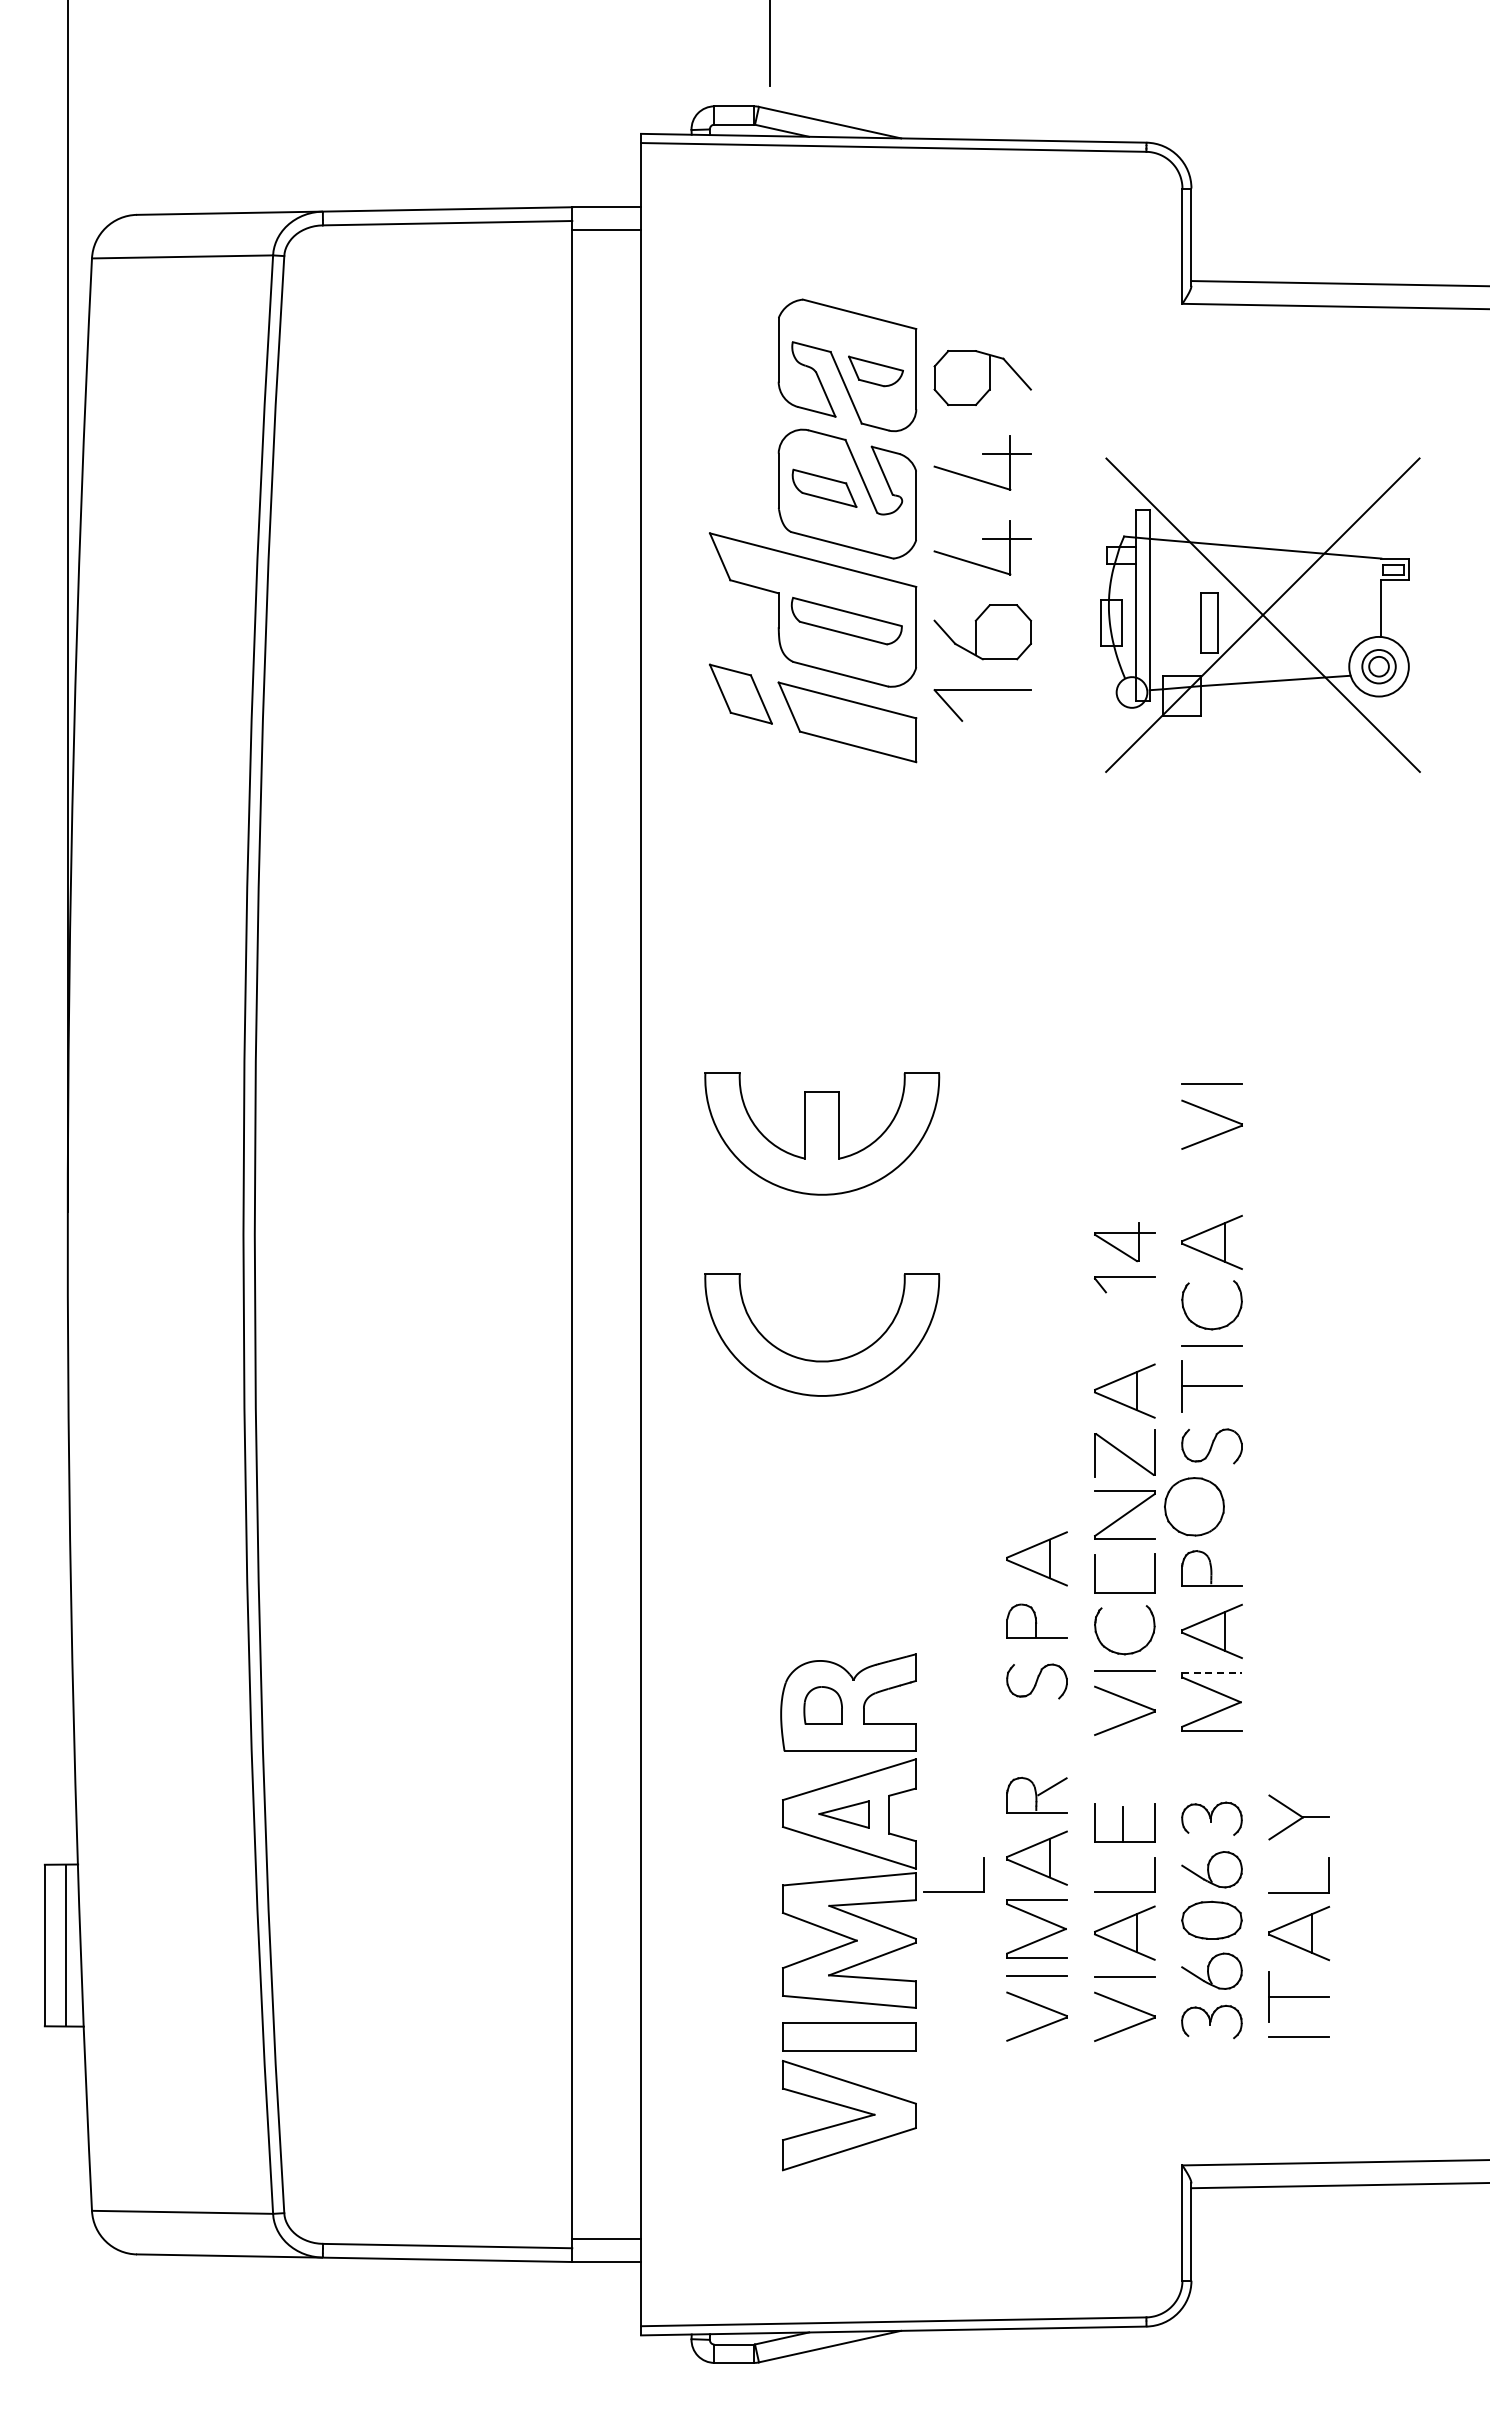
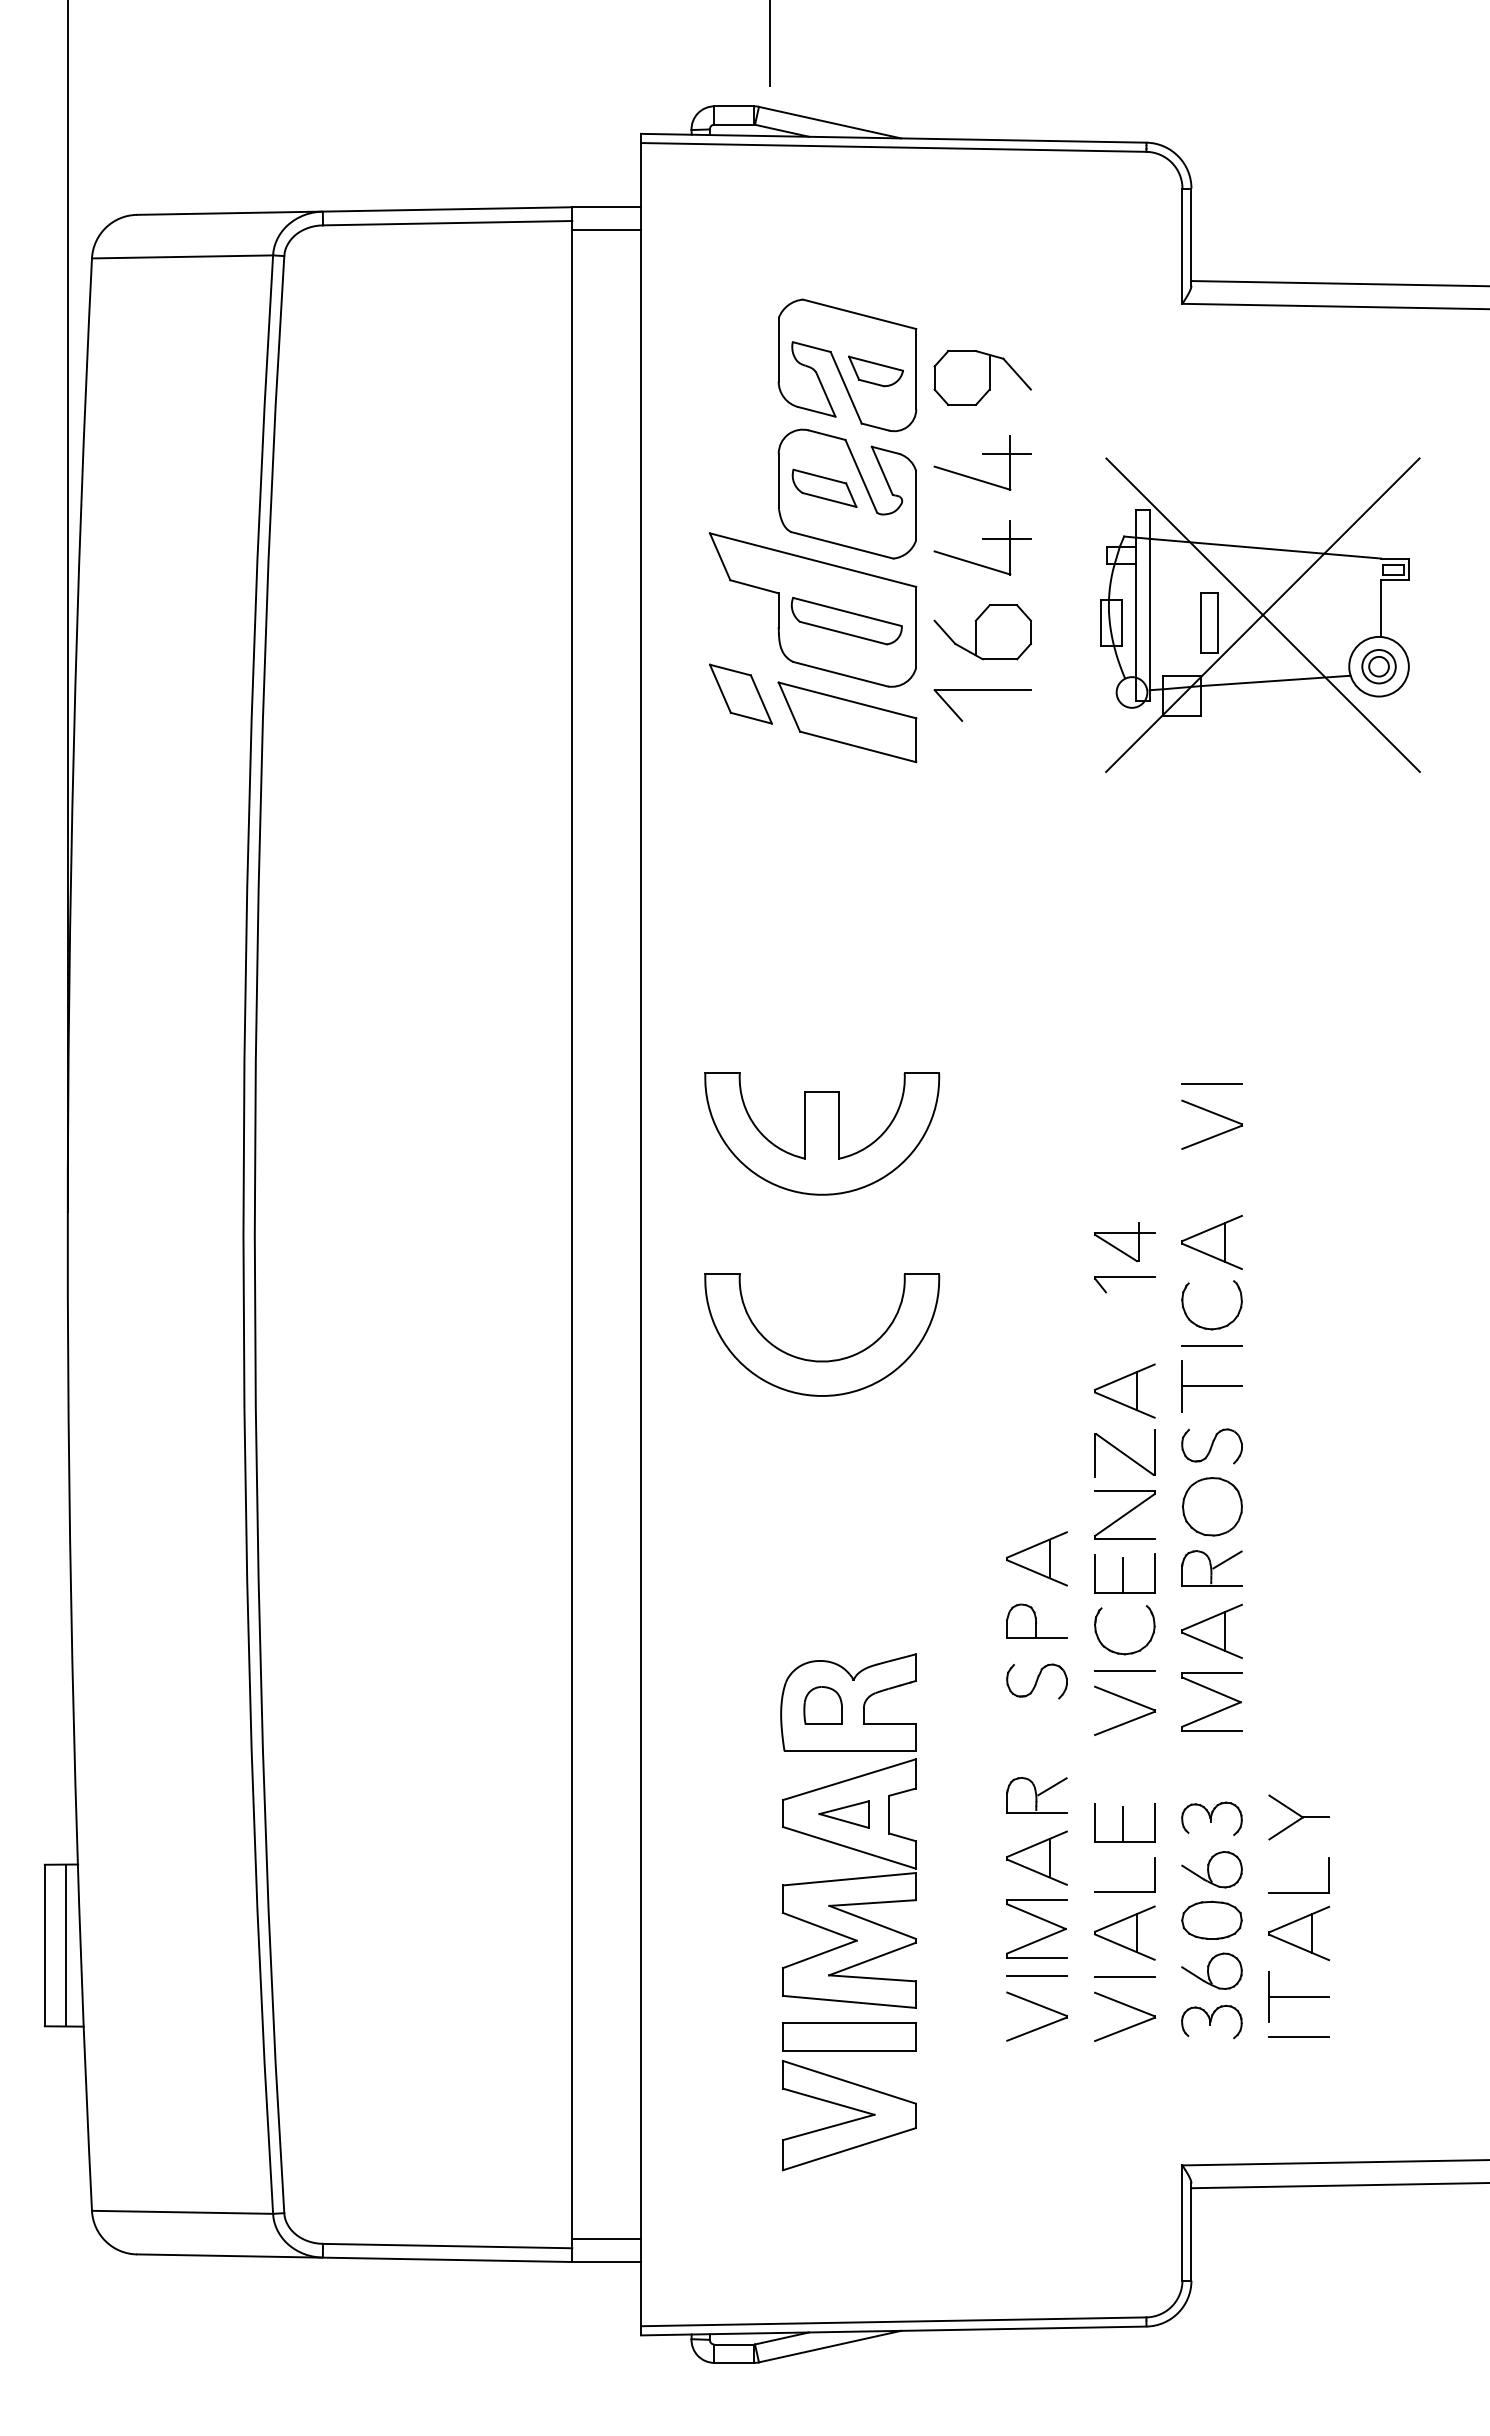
part at (1194, 1506) position: (1194, 1506) -> (1212, 1506)
line at (1227, 1559): none -> present
line at (1123, 1574): none -> present
line at (1212, 1673): dashed -> solid
part at (953, 1891): present -> none
